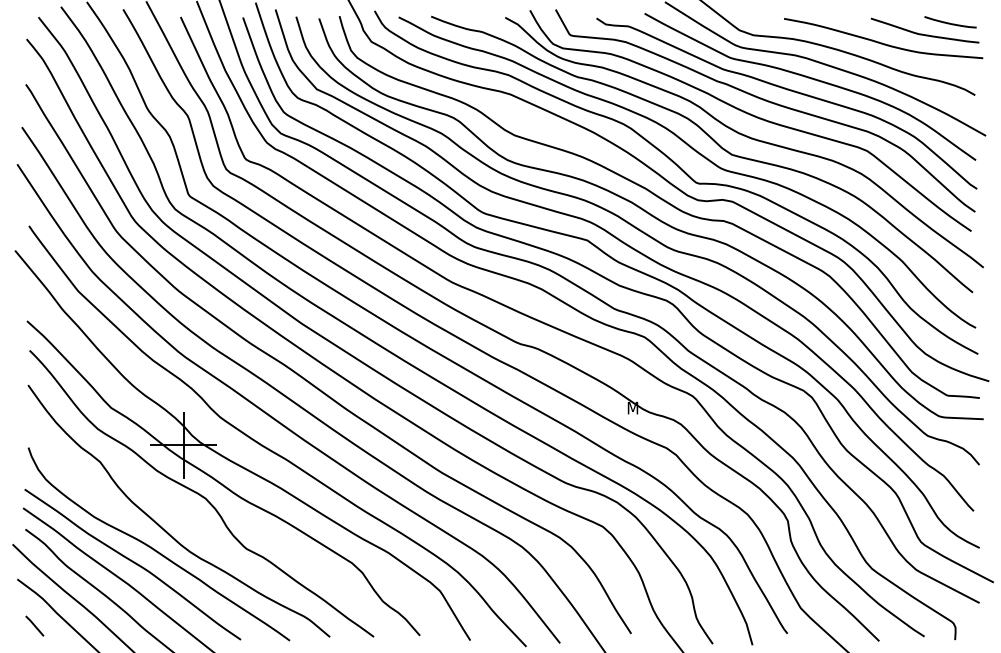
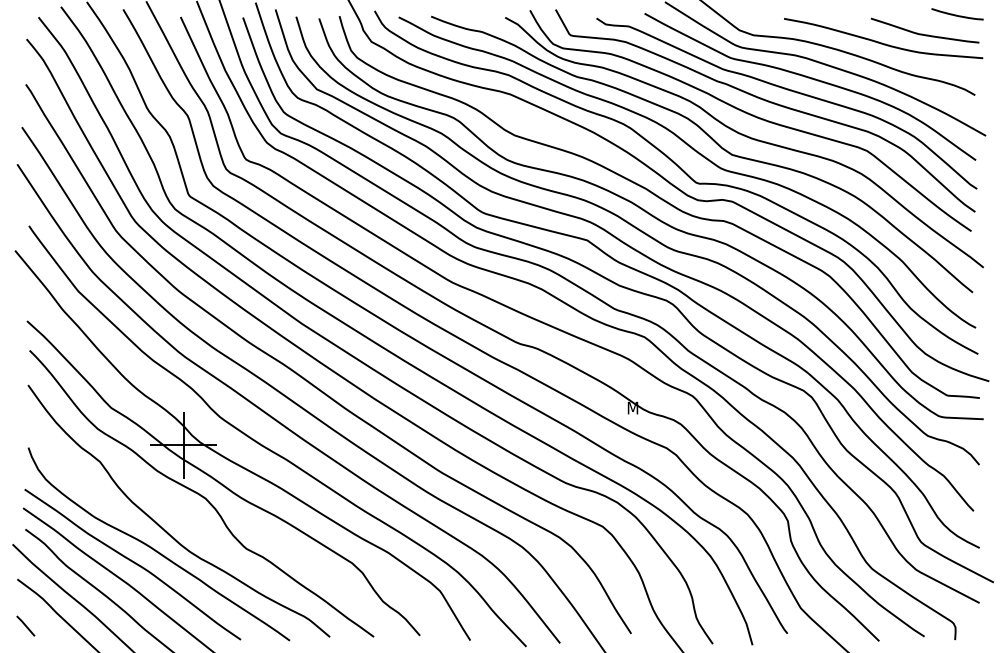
curve at (949, 22) position: (949, 22) -> (956, 14)
line at (34, 625) position: (34, 625) -> (25, 625)
